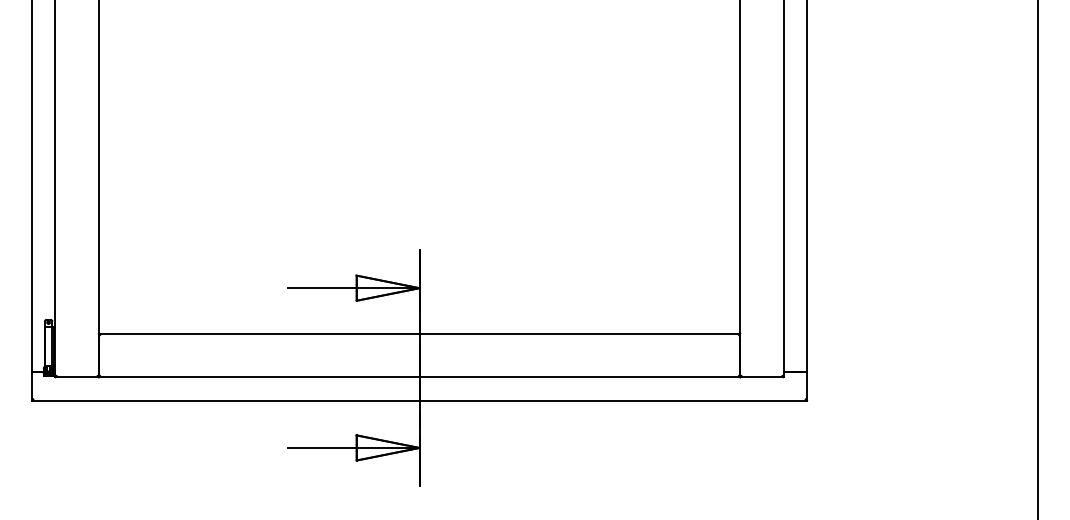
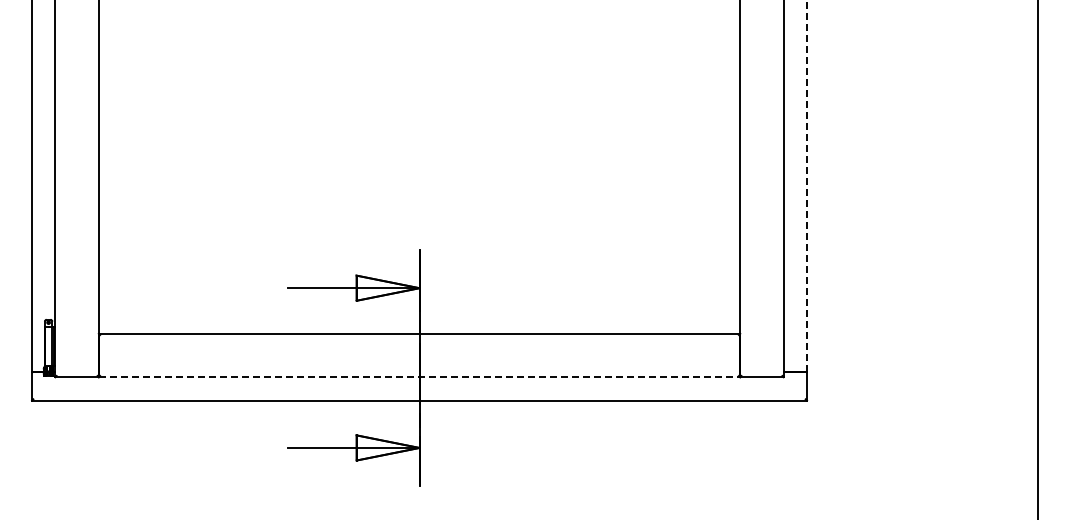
line at (806, 186): solid -> dashed
line at (419, 377): solid -> dashed
